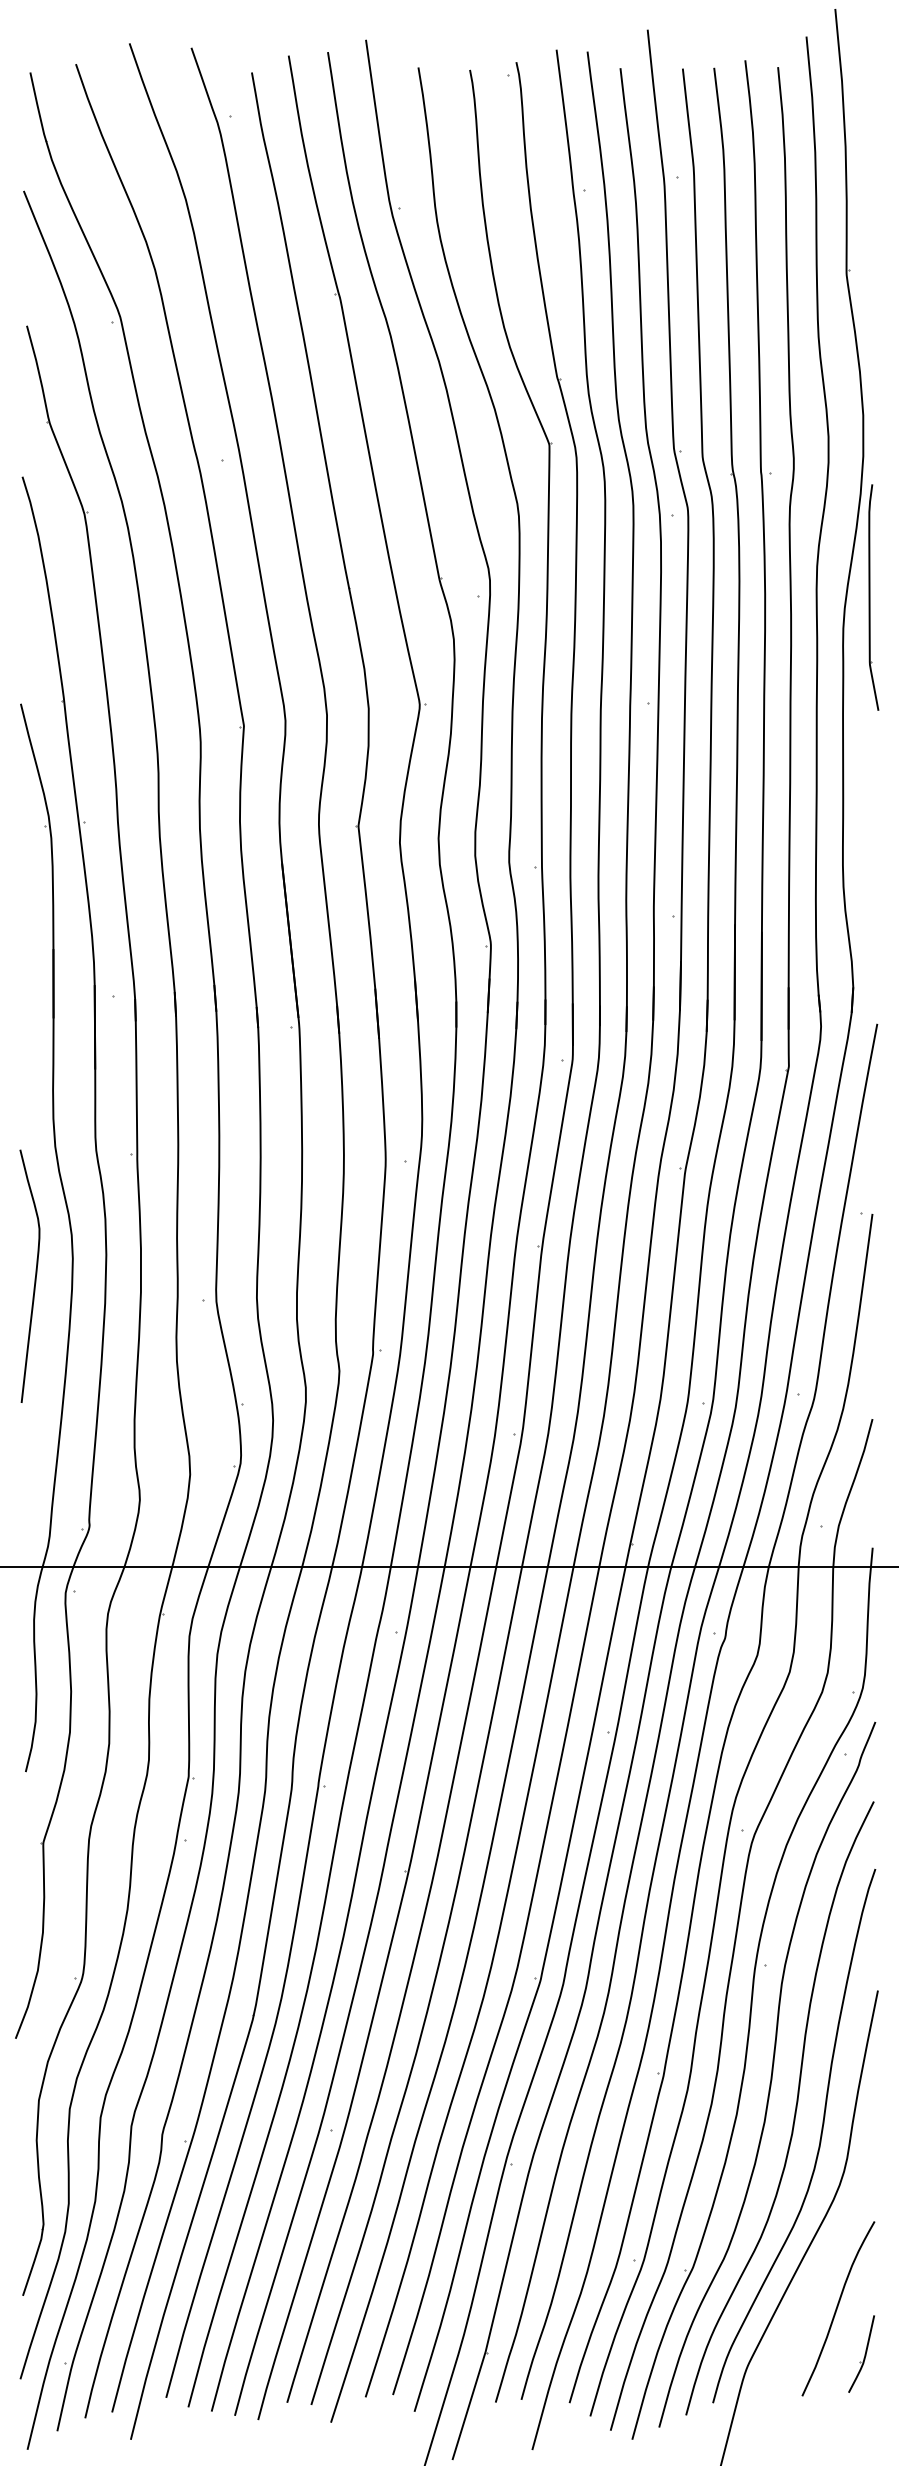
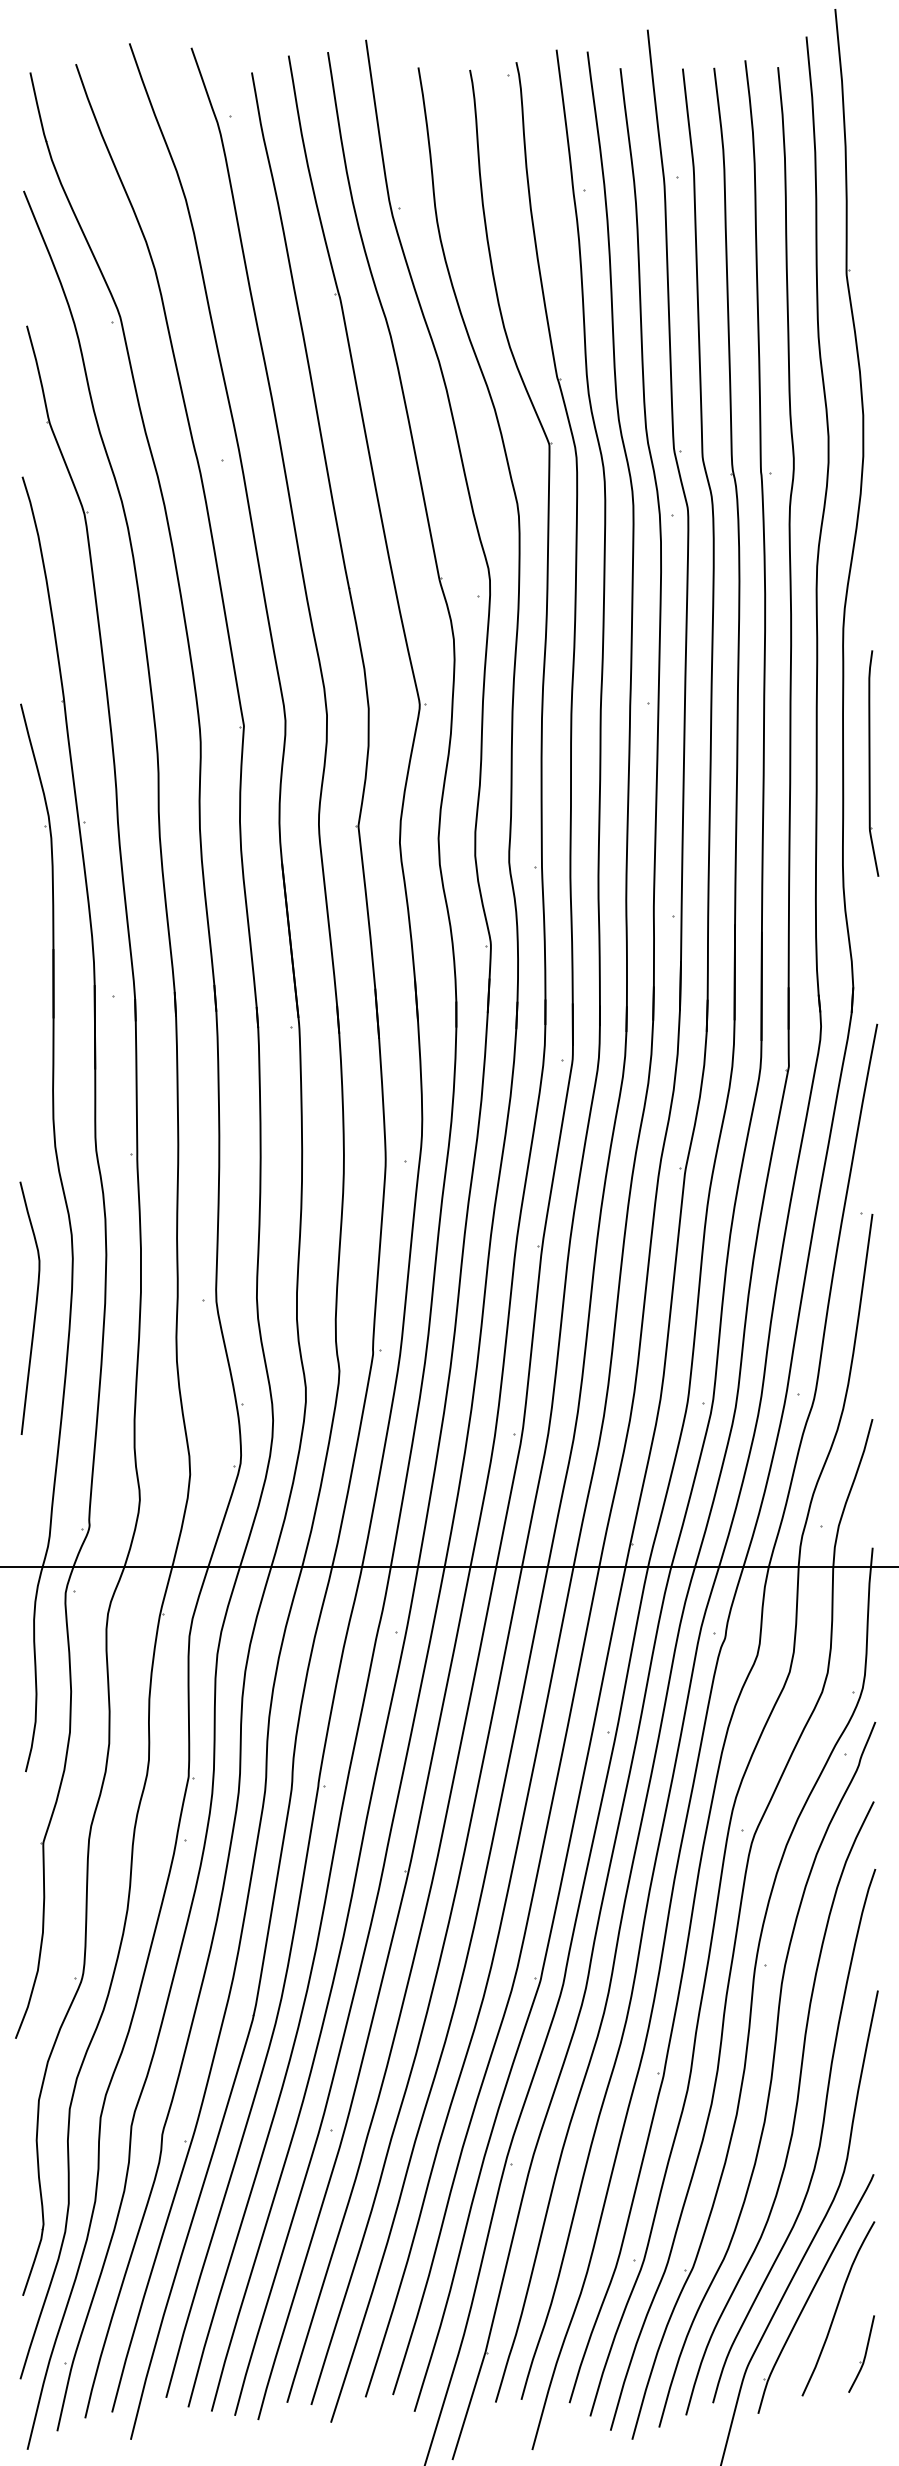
part at (873, 597) position: (873, 597) -> (873, 763)
curve at (34, 1278) position: (34, 1278) -> (34, 1310)
part at (815, 2293): none -> present
